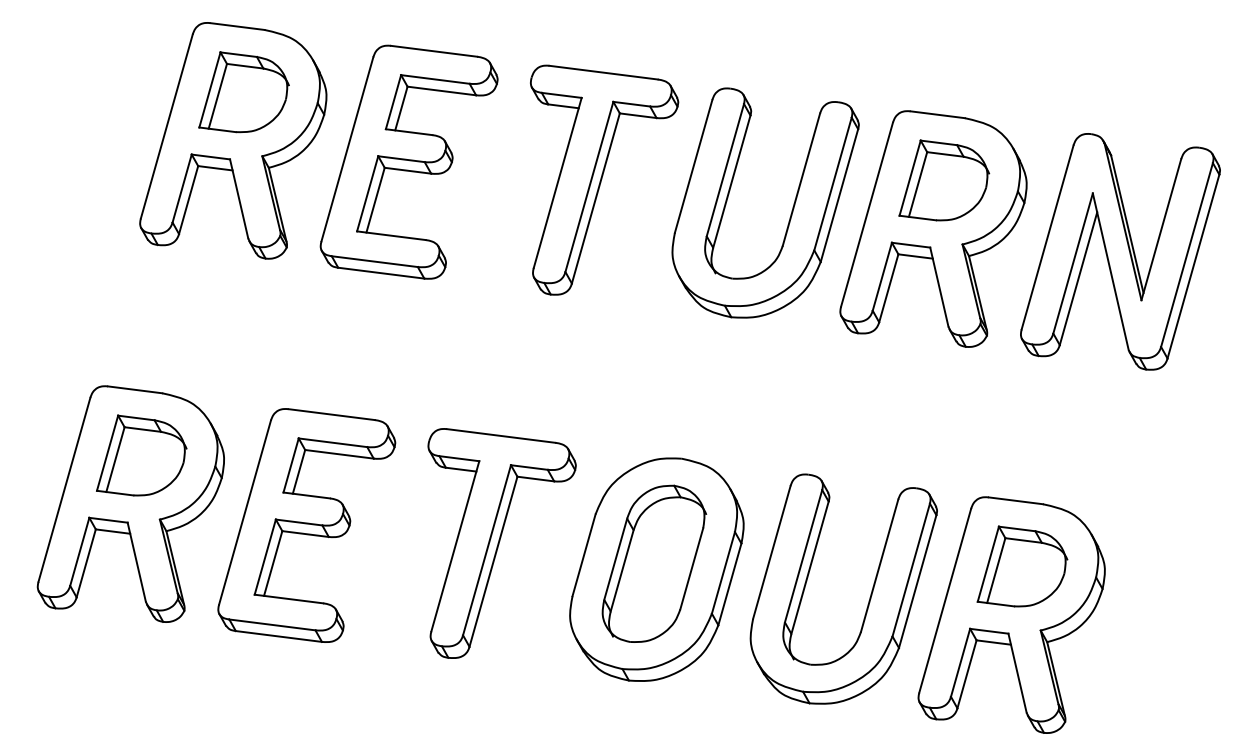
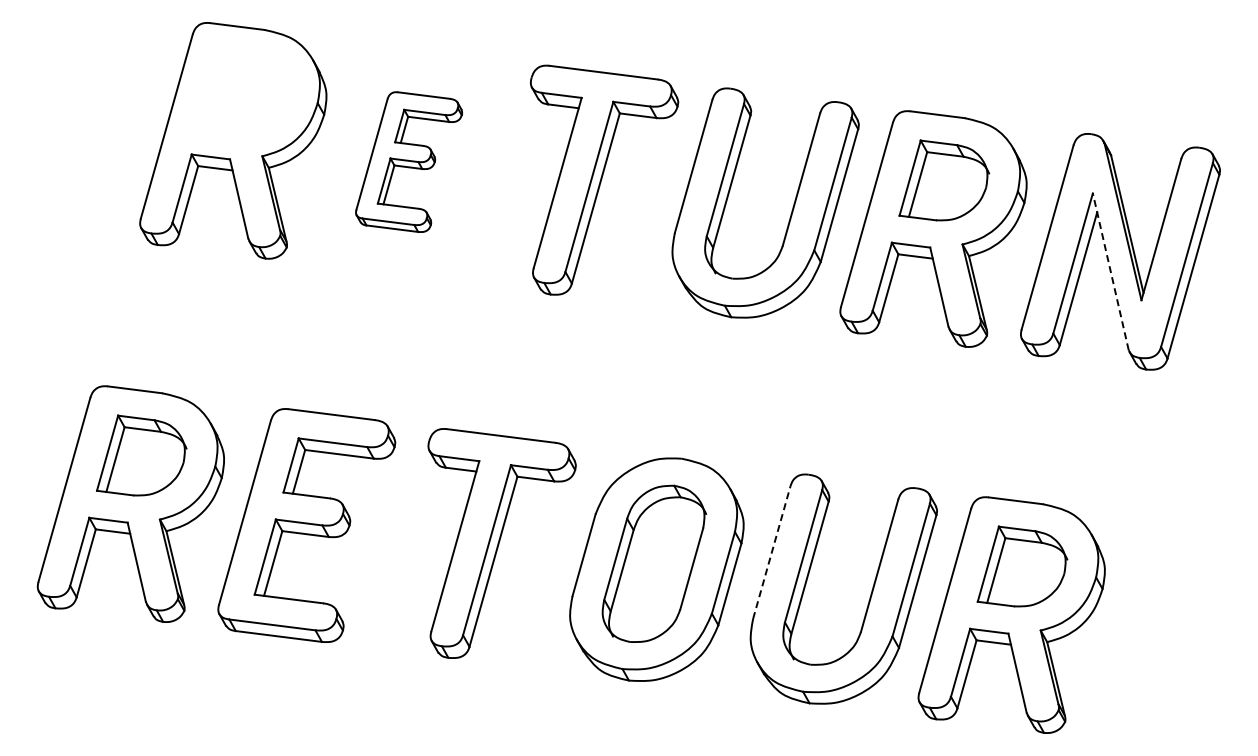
part at (243, 92): present -> none
part at (408, 161) size: 180x236 px -> 108x142 px
line at (1110, 271): solid -> dashed
line at (771, 552): solid -> dashed
